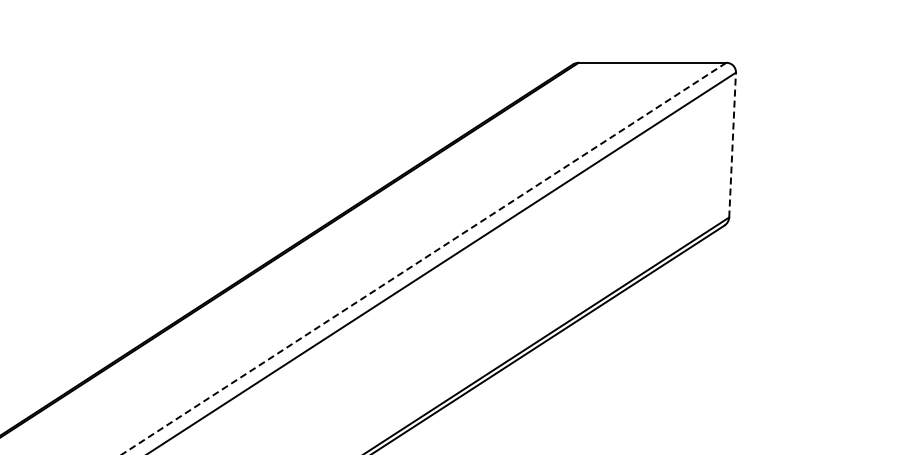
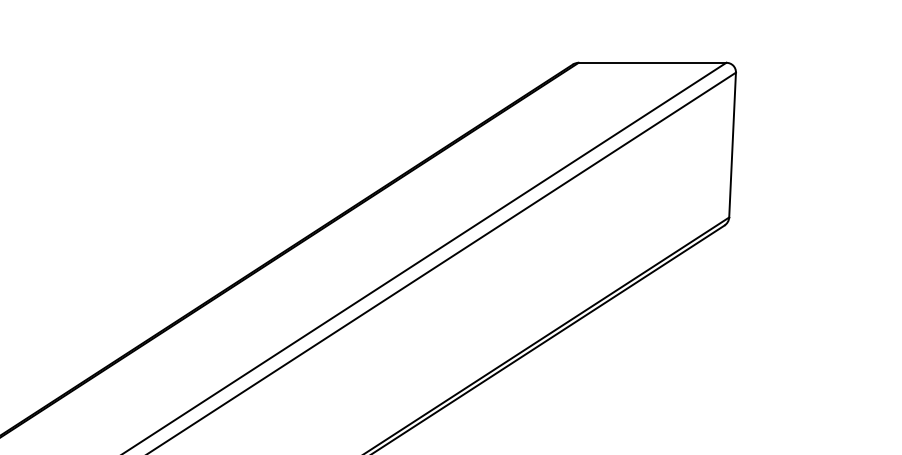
line at (732, 144): dashed -> solid
line at (423, 259): dashed -> solid
